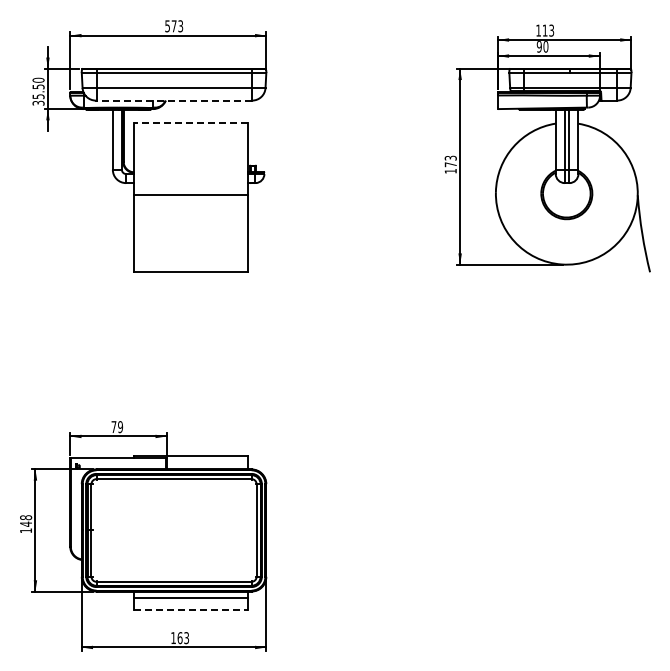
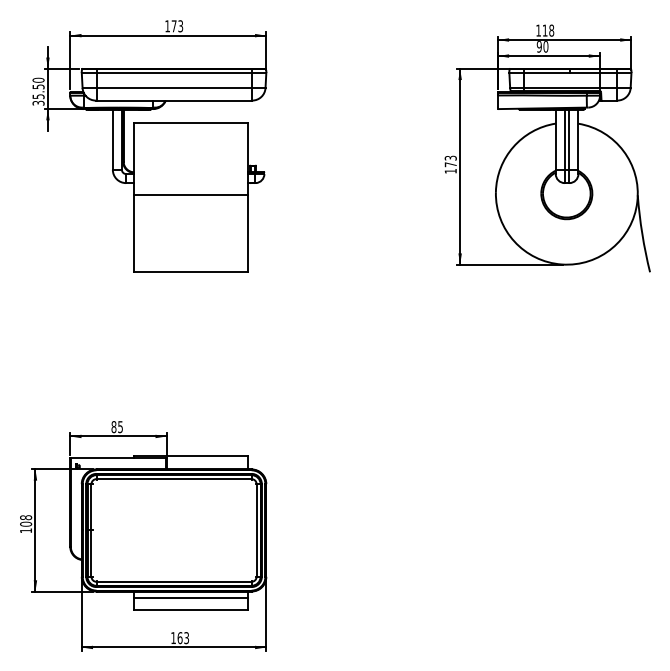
text at (167, 26): 573 -> 173
text at (551, 30): 113 -> 118
line at (174, 100): dashed -> solid
line at (191, 122): dashed -> solid
text at (117, 427): 79 -> 85
text at (26, 523): 148 -> 108
line at (191, 610): dashed -> solid
